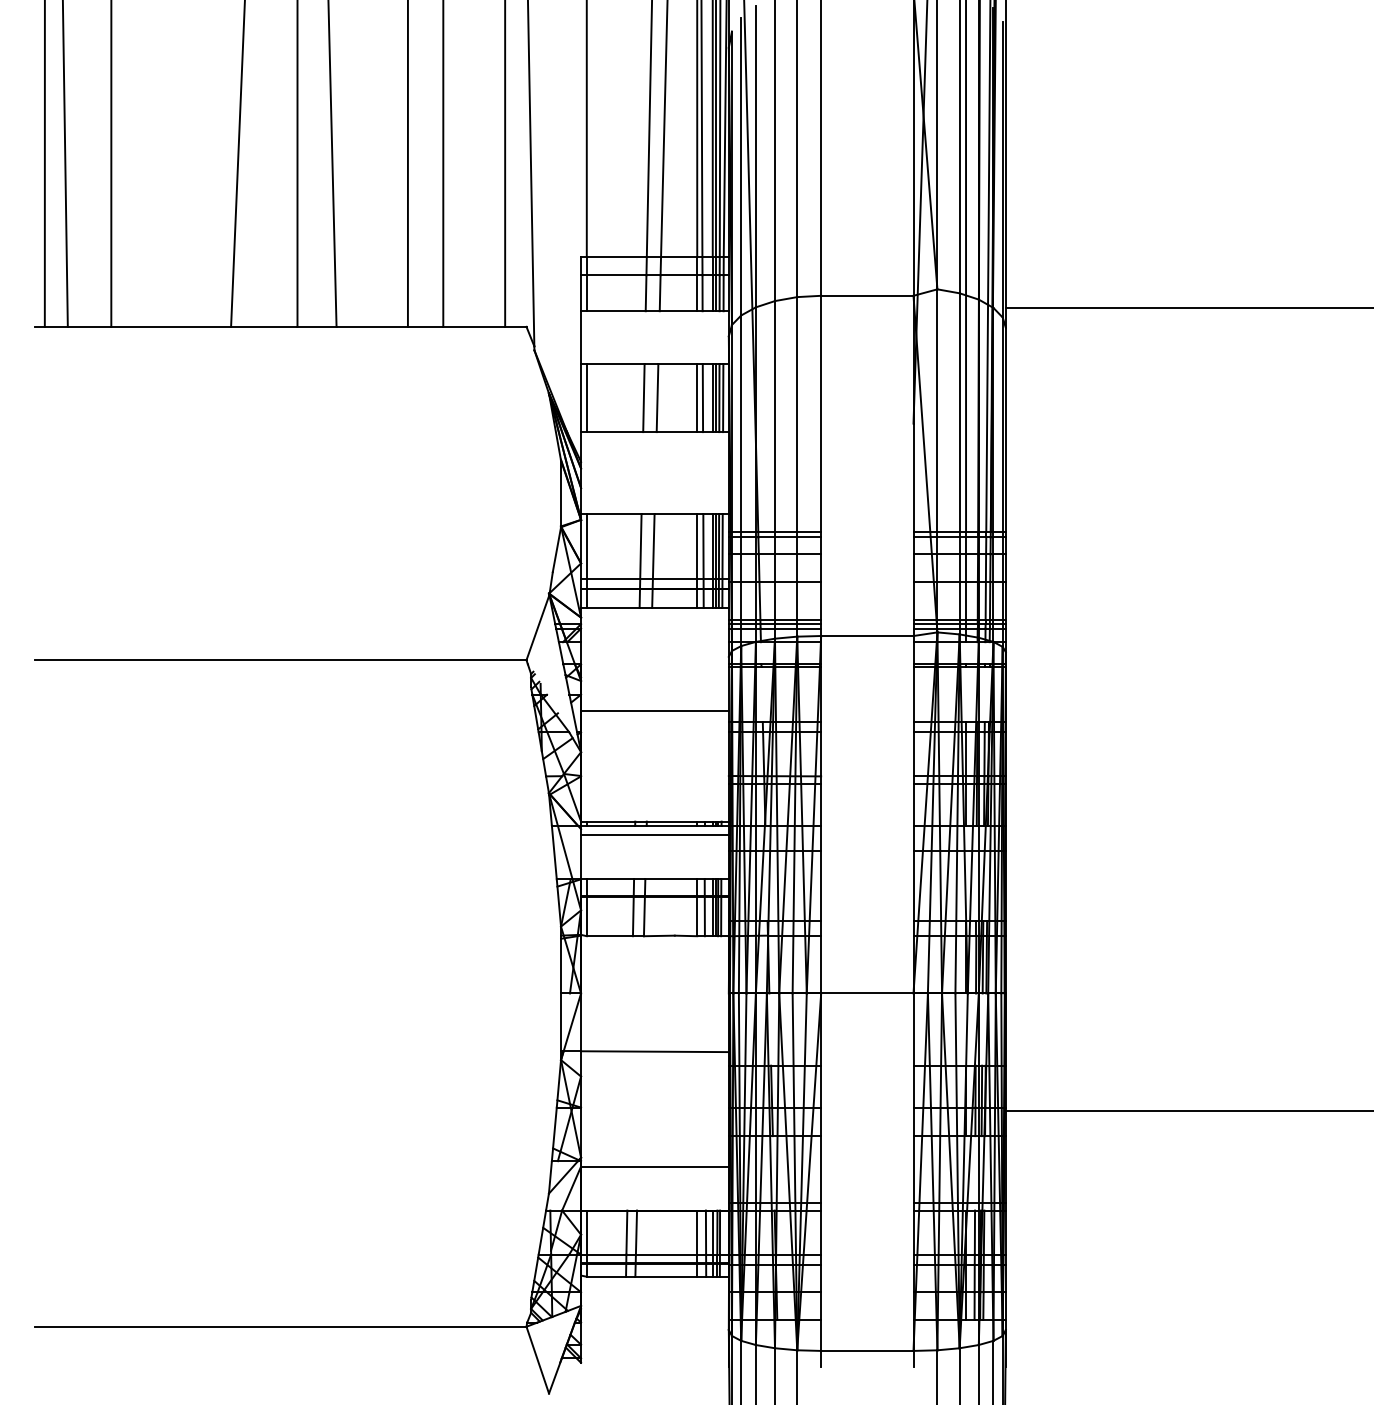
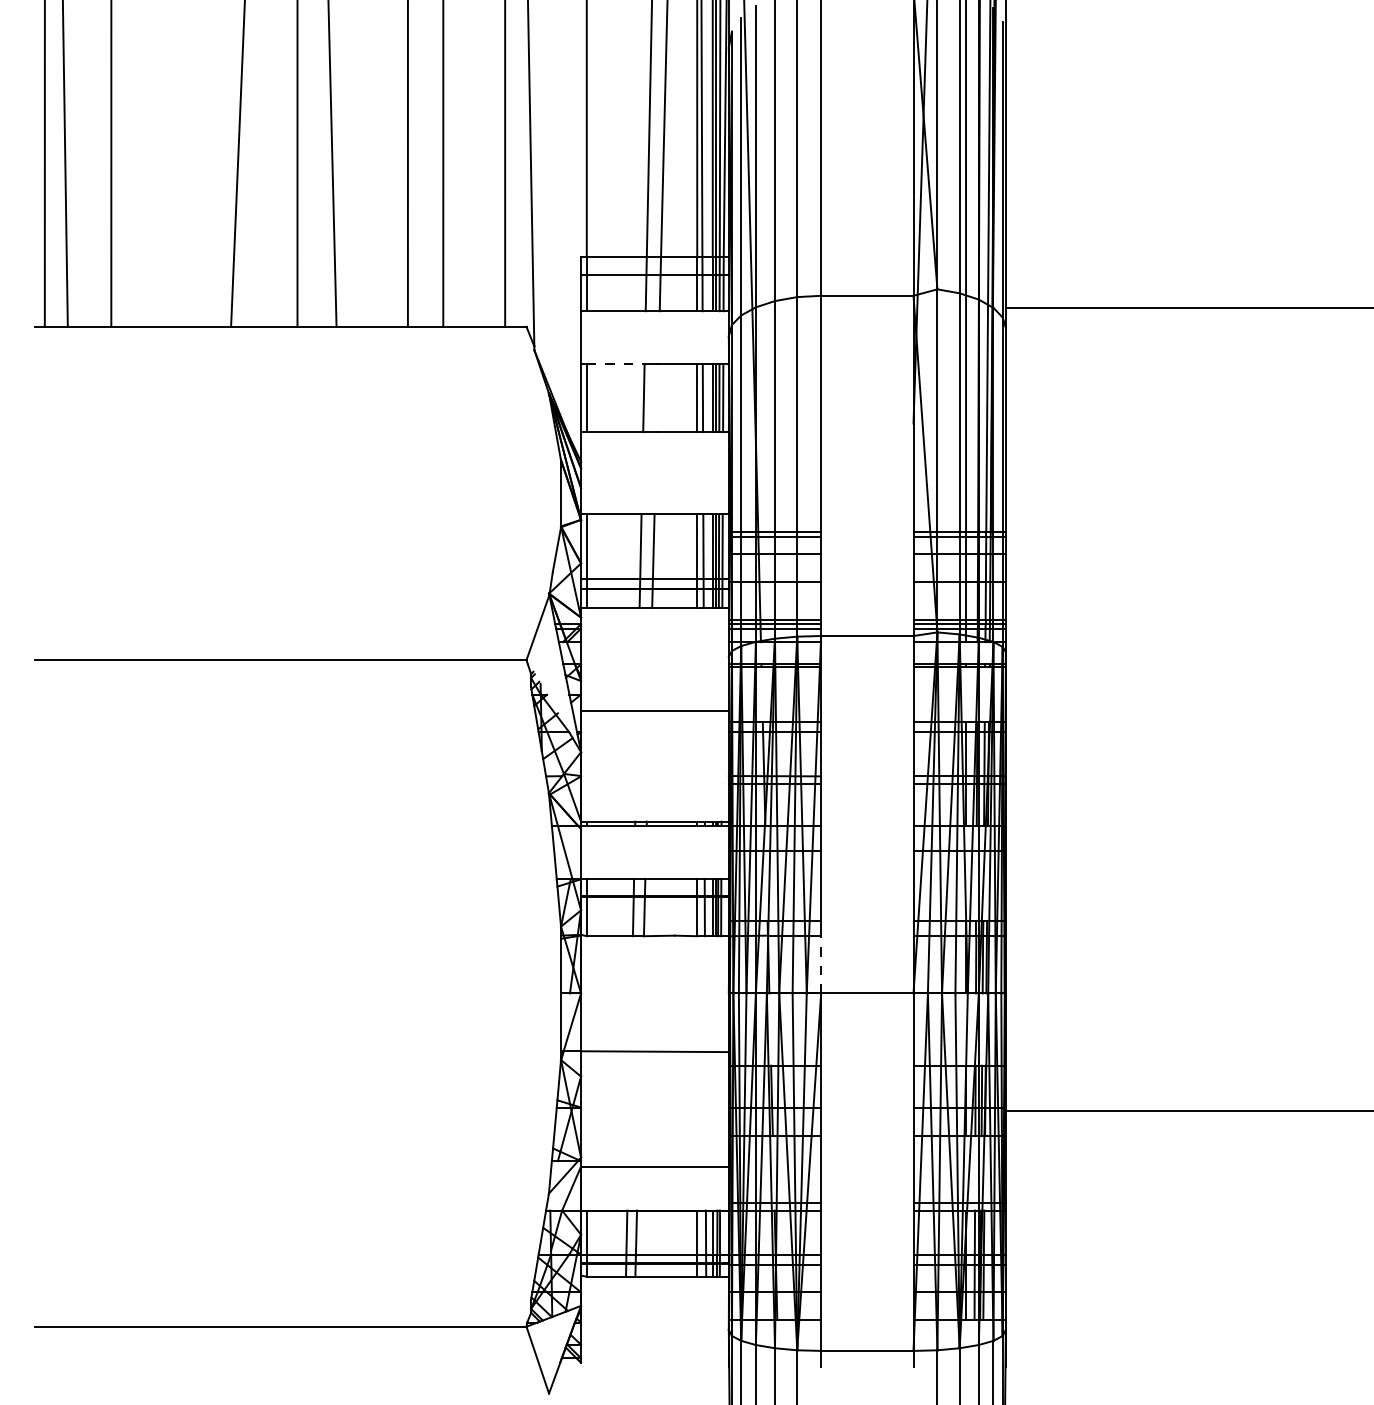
line at (615, 363): solid -> dashed
line at (657, 397): present -> none
line at (654, 834): present -> none
line at (821, 964): solid -> dashed
